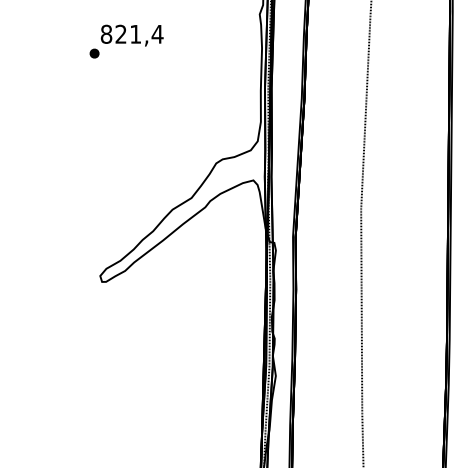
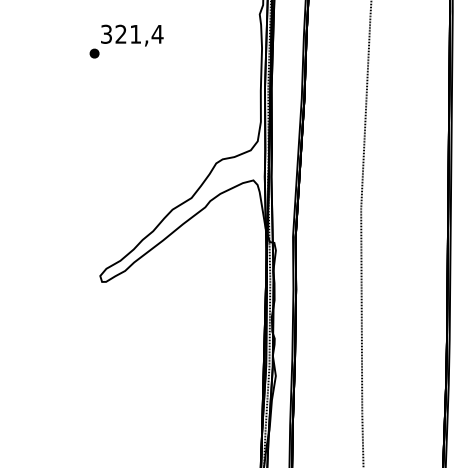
text at (106, 33): 821,4 -> 321,4
